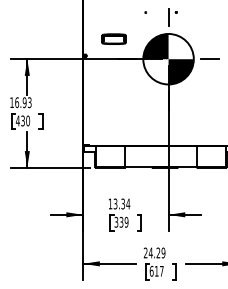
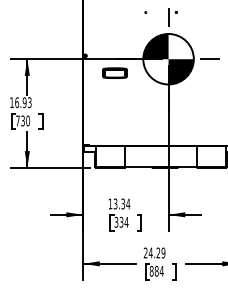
part at (113, 38) position: (113, 38) -> (114, 72)
text at (17, 120): 430 -> 730
text at (126, 221): 339 -> 334
text at (156, 270): 617 -> 884
